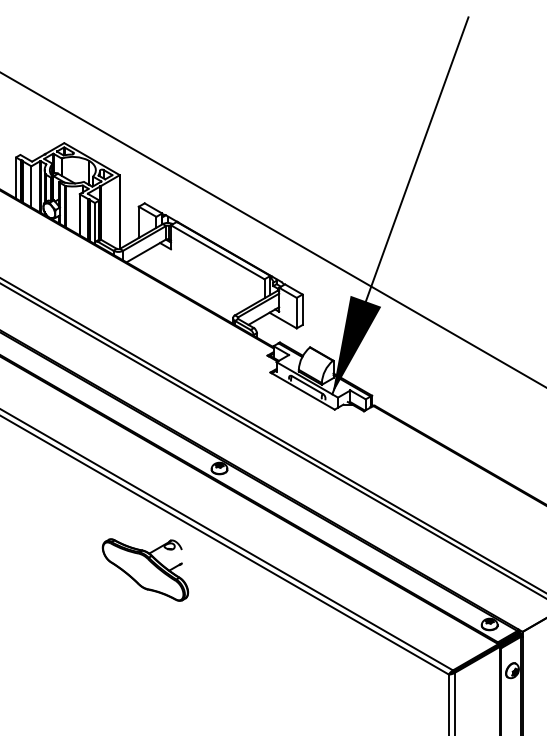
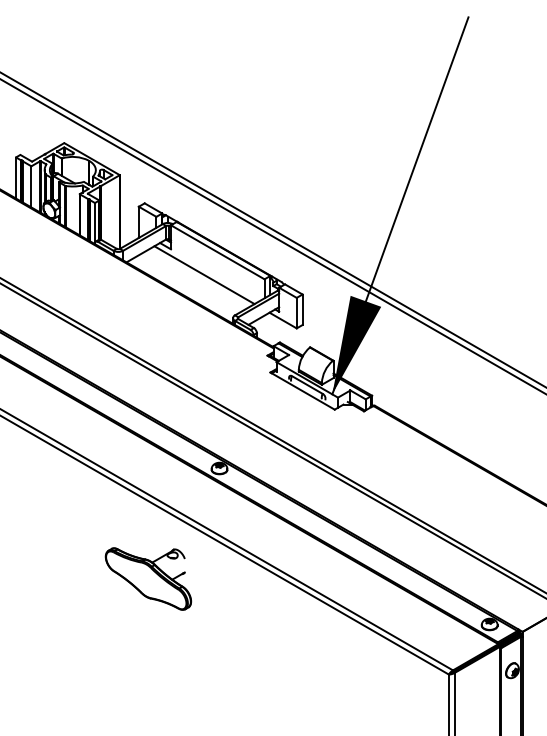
line at (272, 236): none -> present
line at (204, 275): none -> present
part at (145, 569) position: (145, 569) -> (148, 578)
